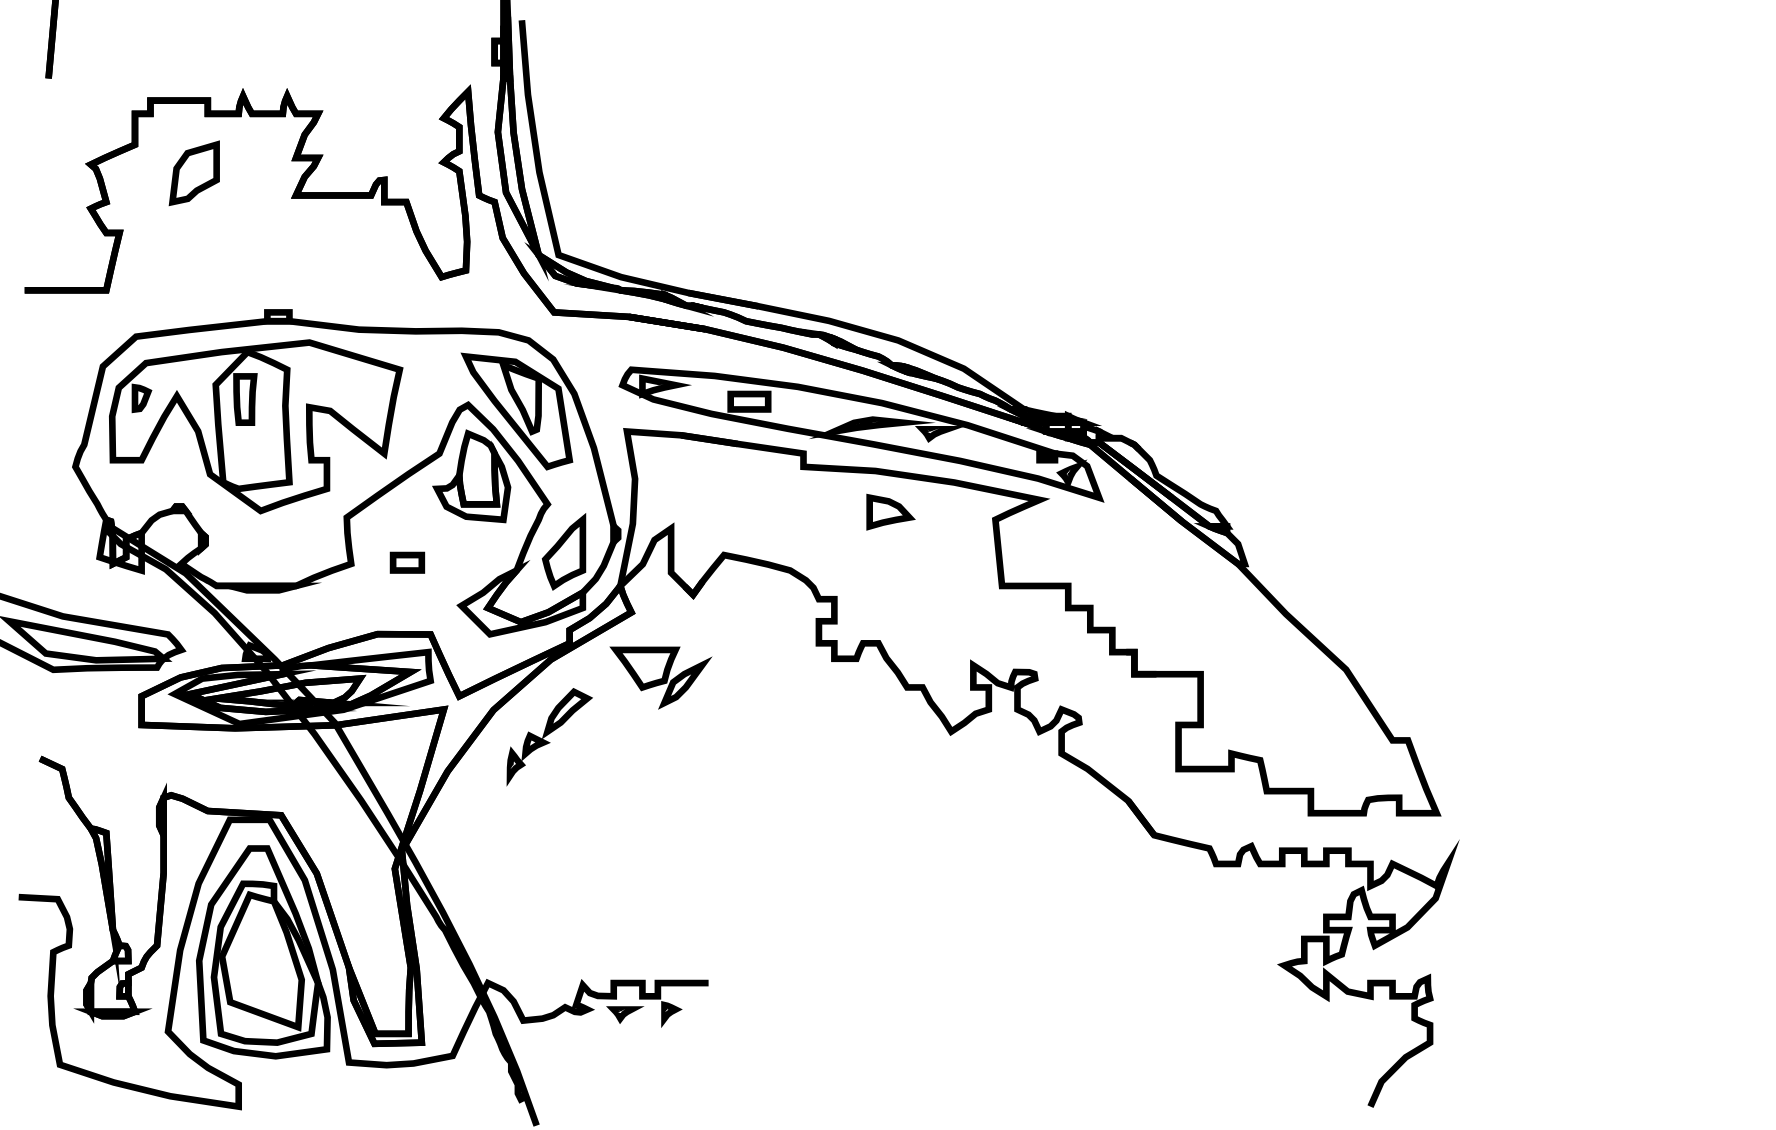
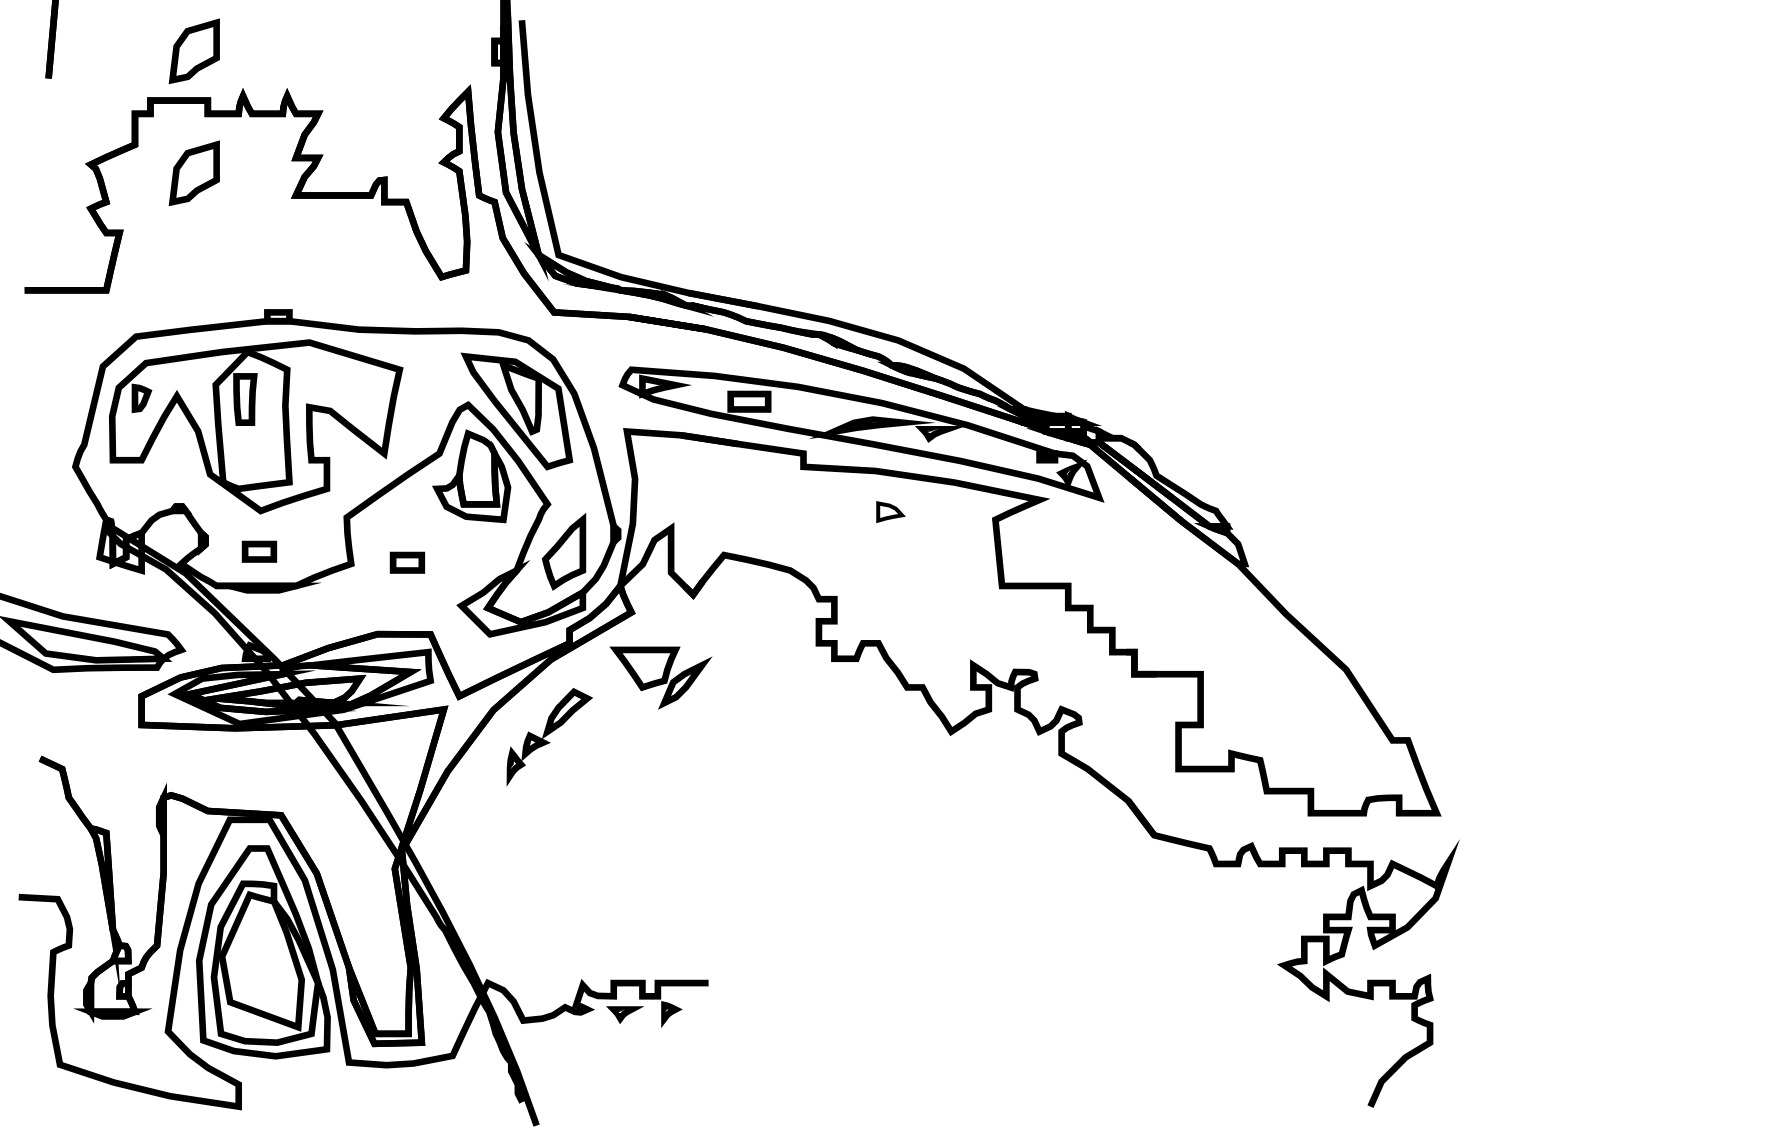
part at (193, 50): none -> present
part at (890, 511) size: 50x38 px -> 30x23 px
part at (259, 551): none -> present
